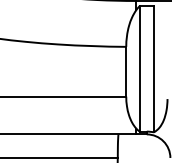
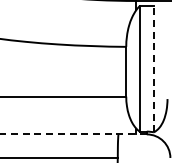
line at (153, 68): solid -> dashed
line at (73, 134): solid -> dashed
